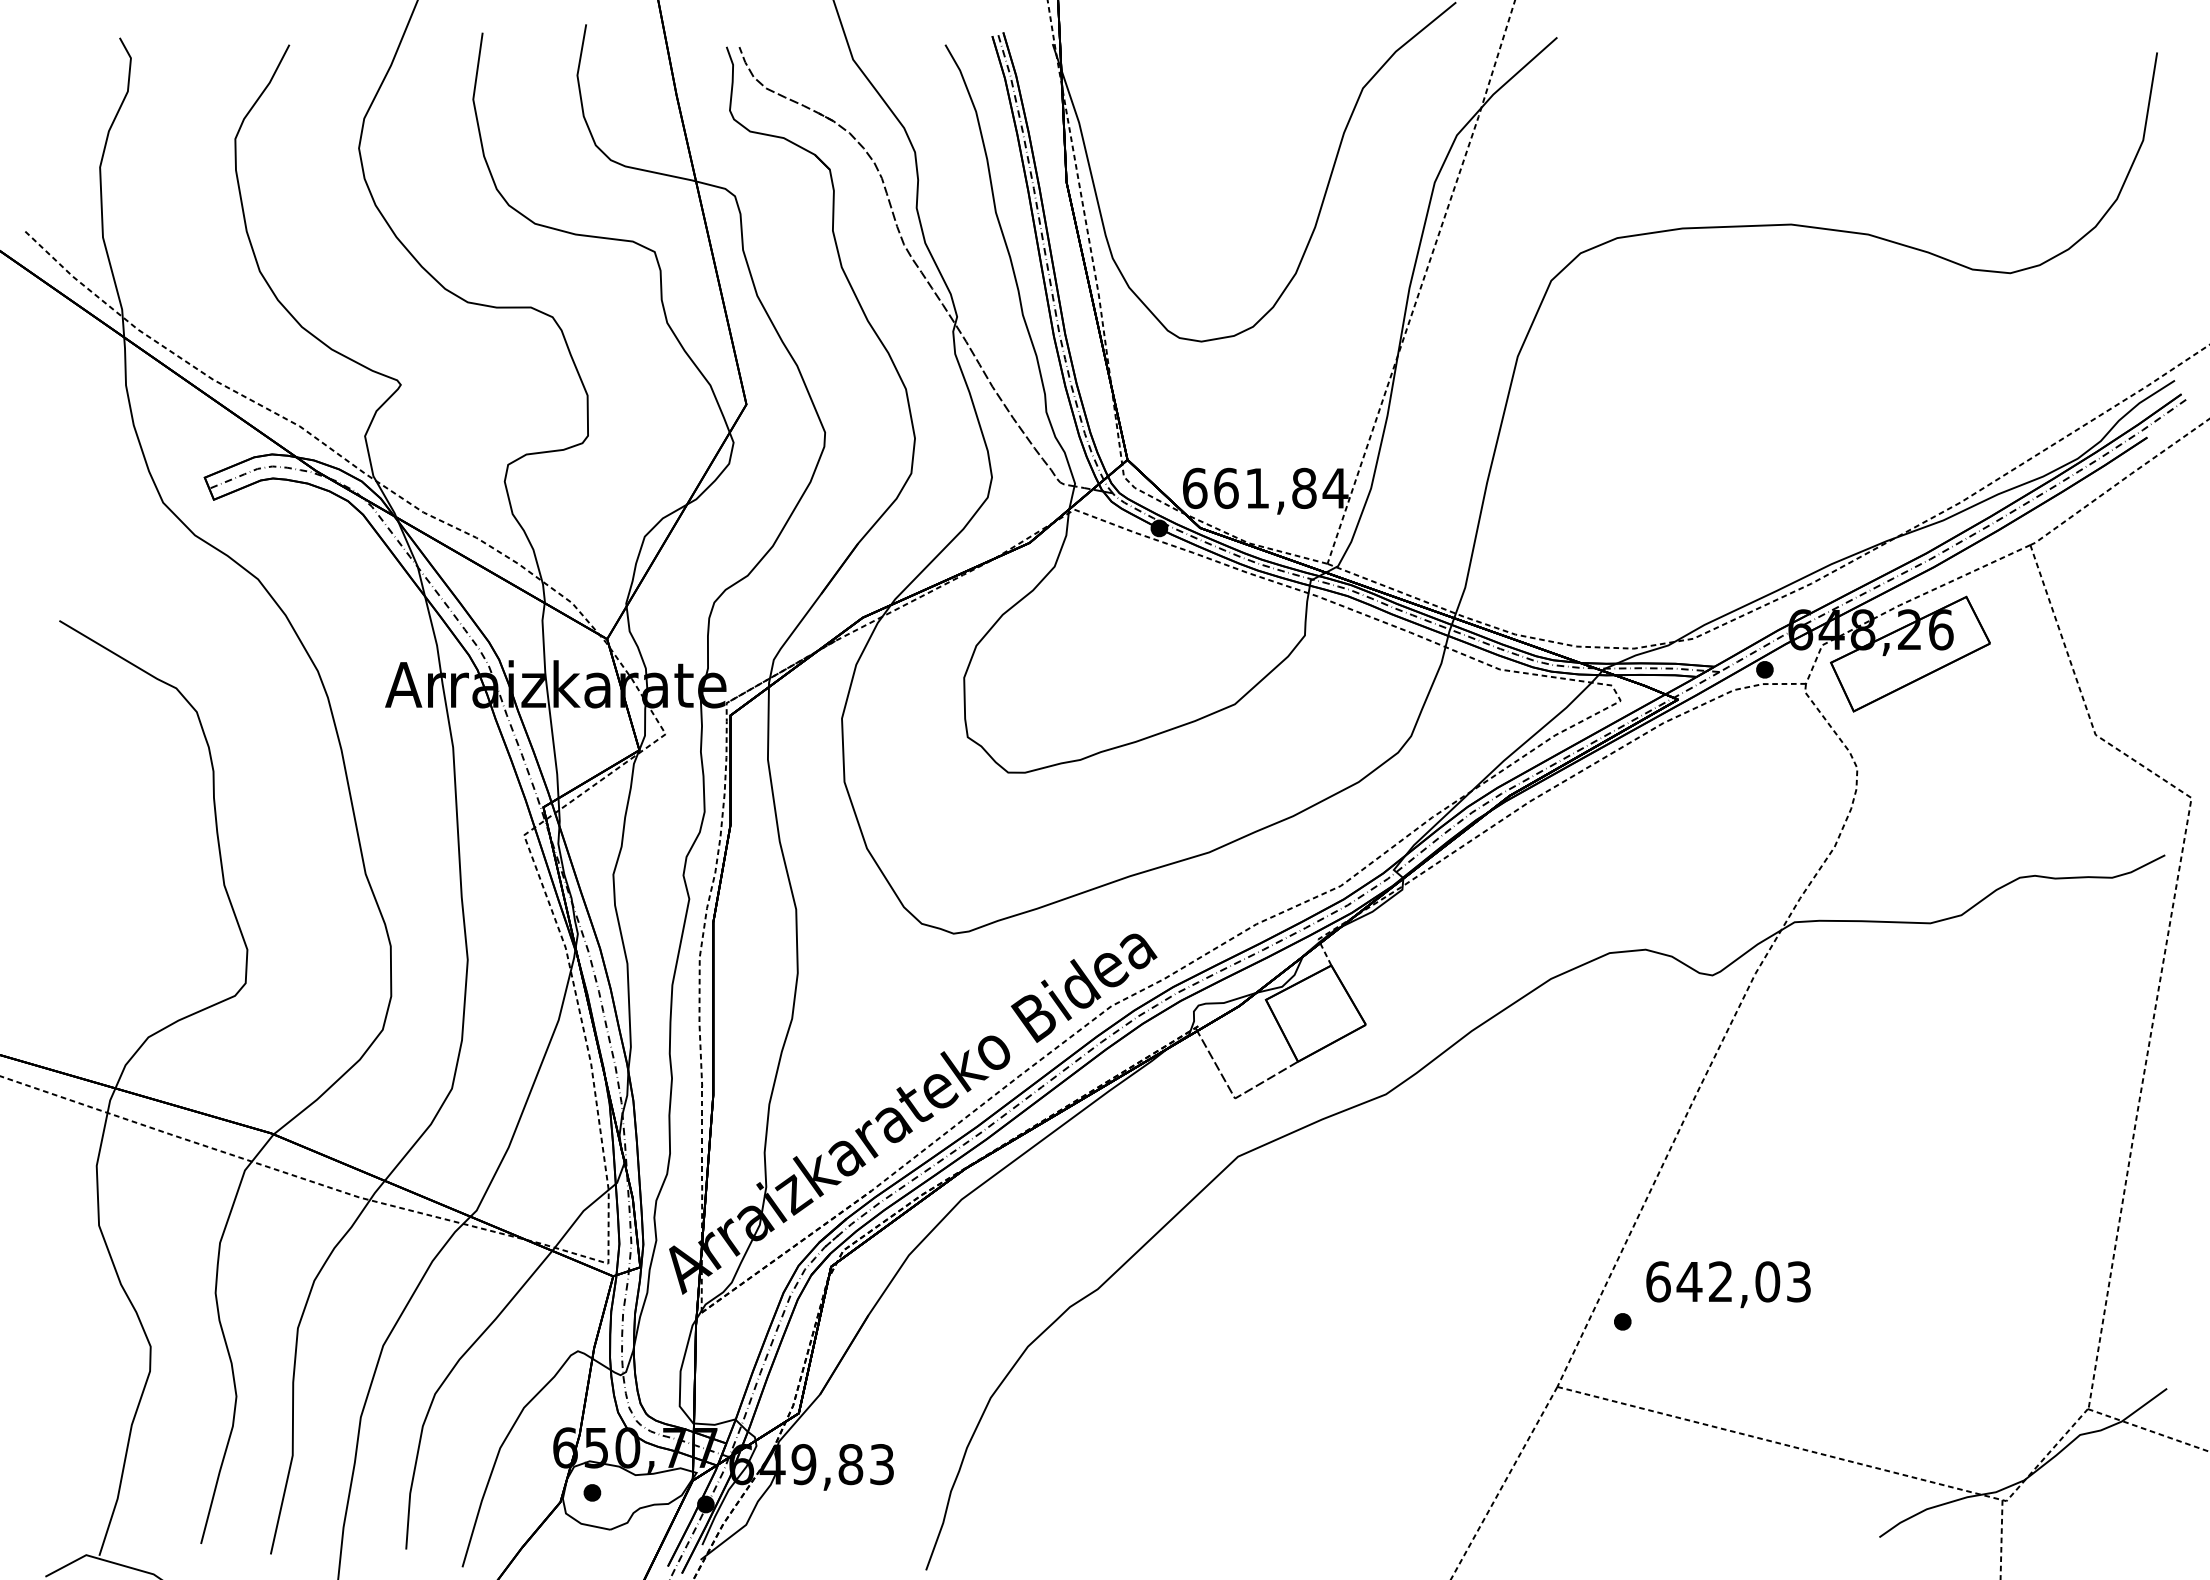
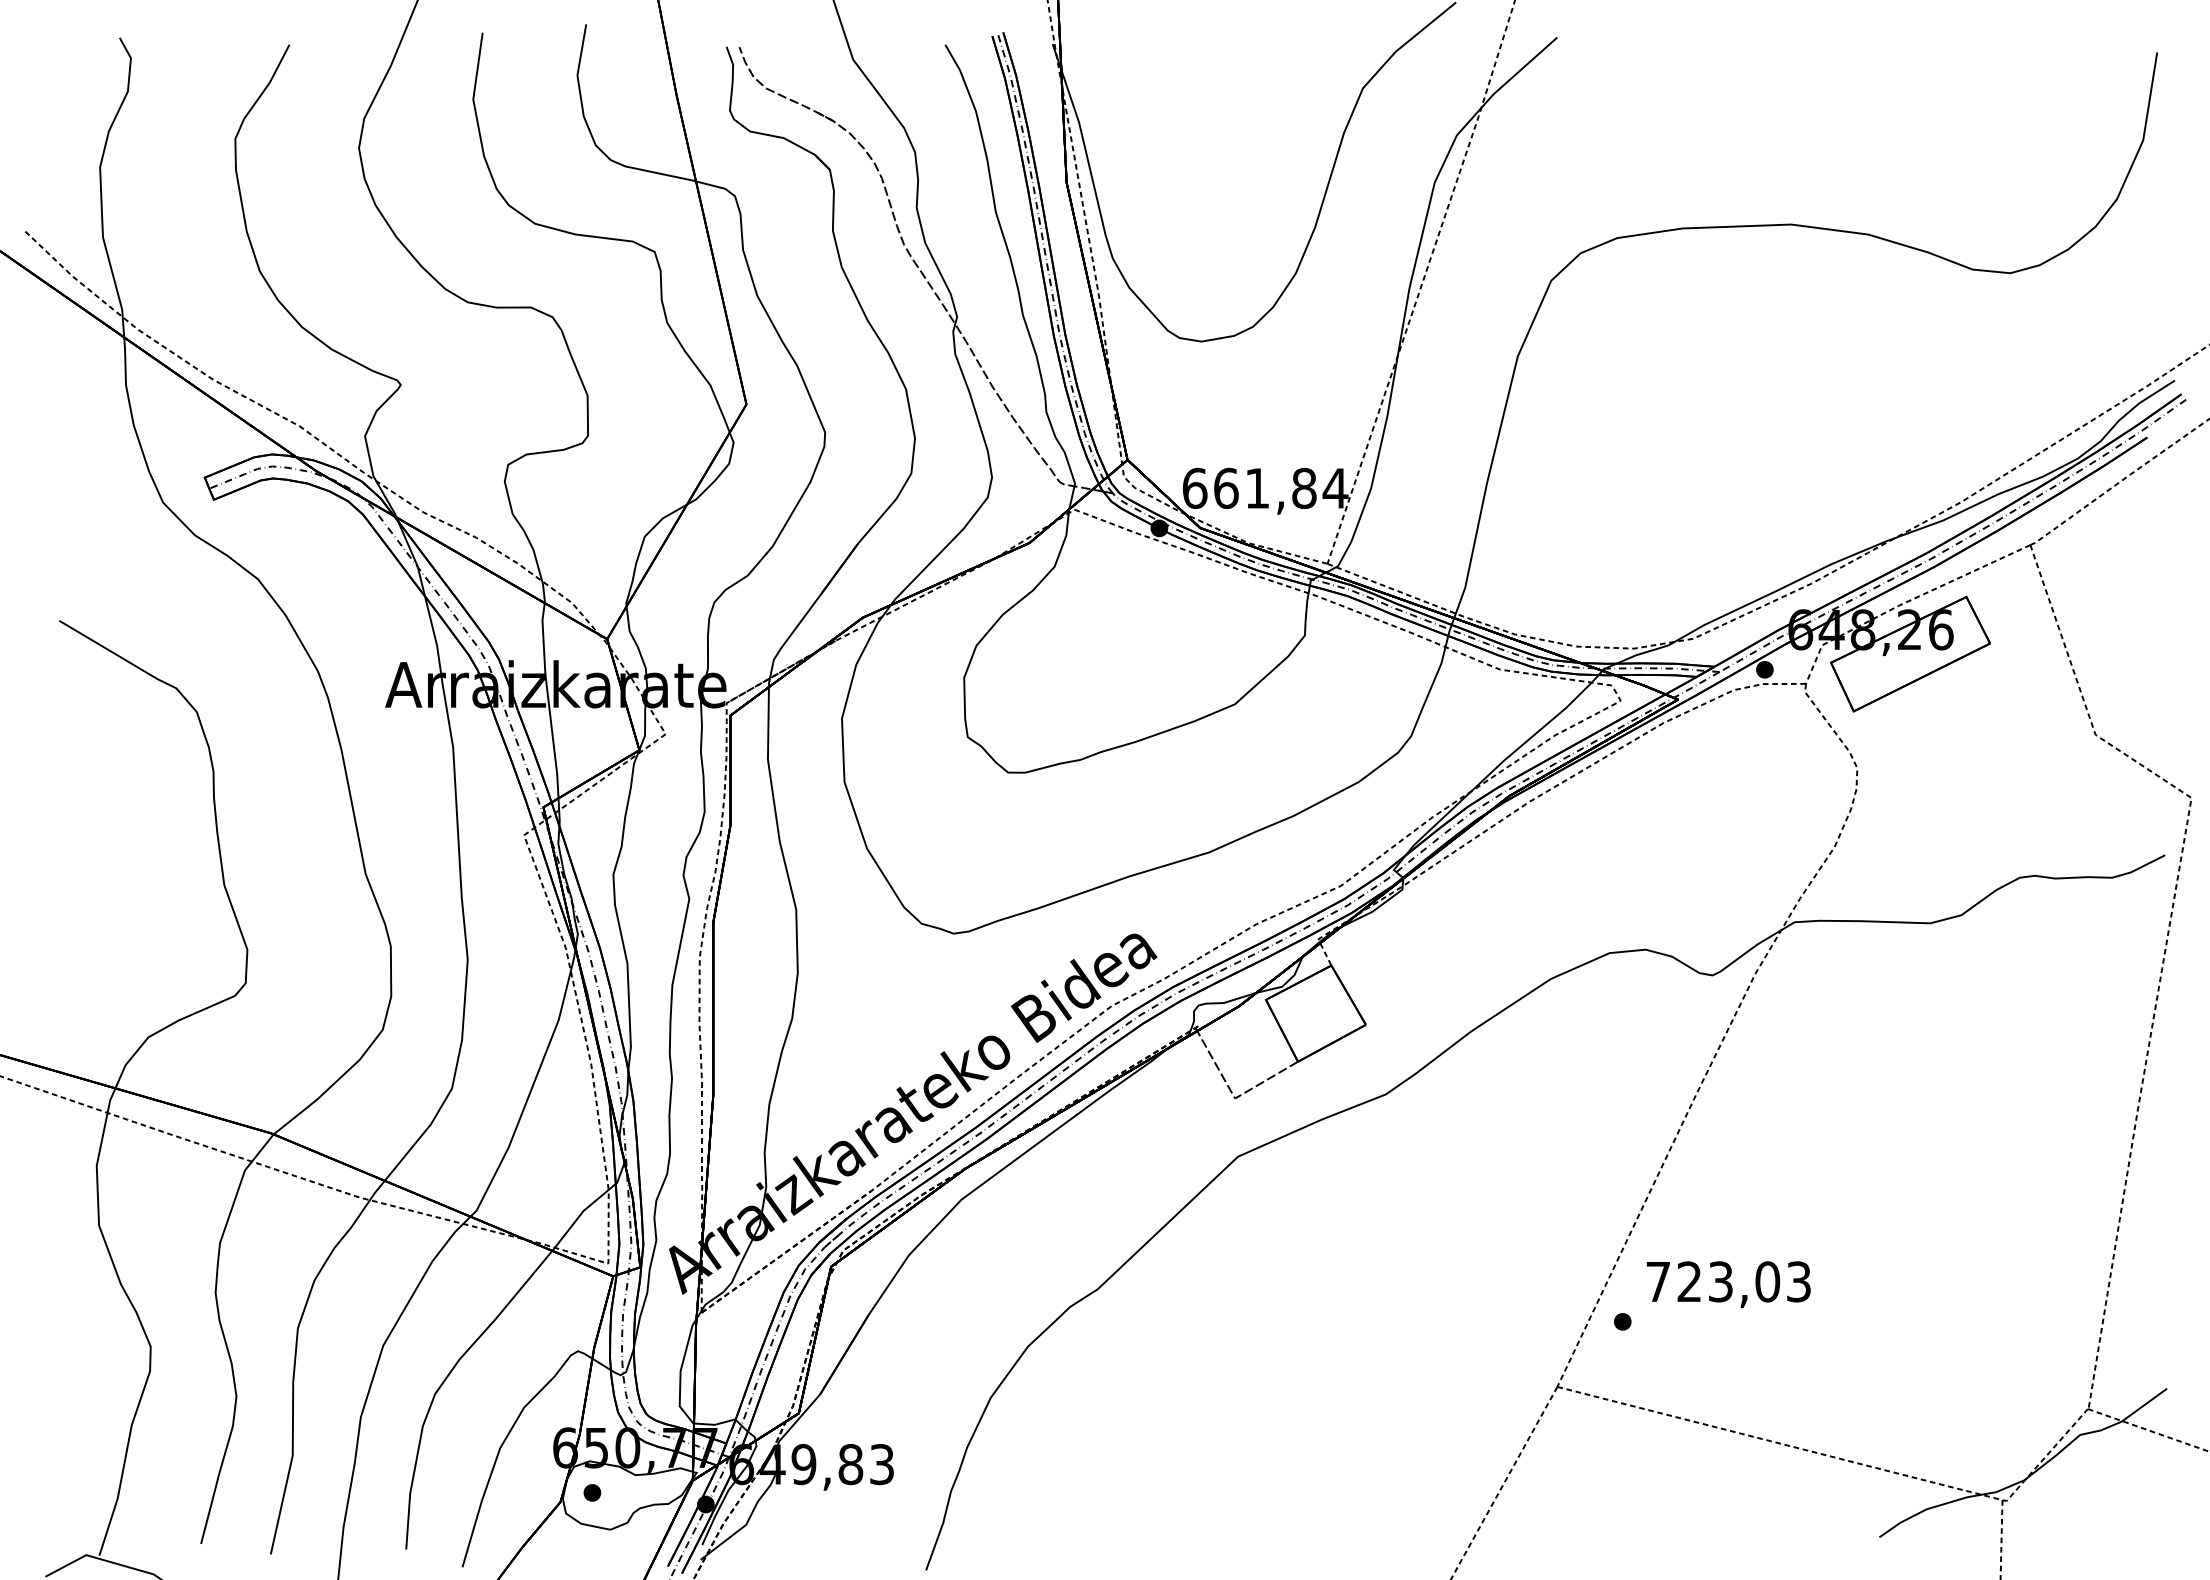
text at (1689, 1281): 642,03 -> 723,03
